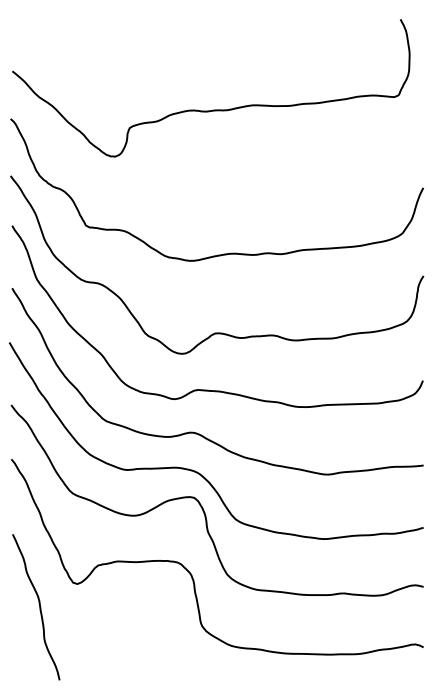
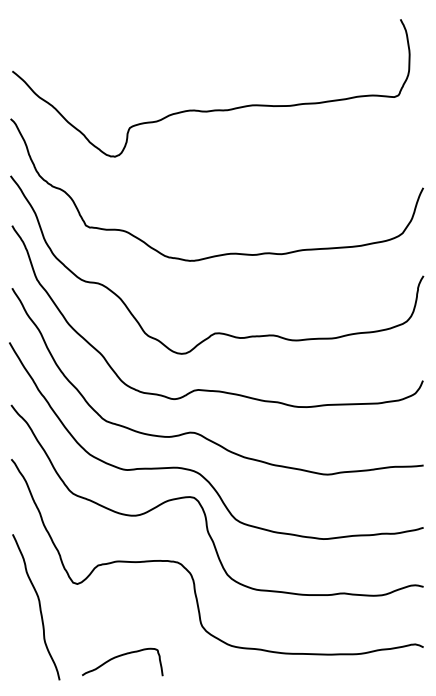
curve at (121, 656): none -> present
